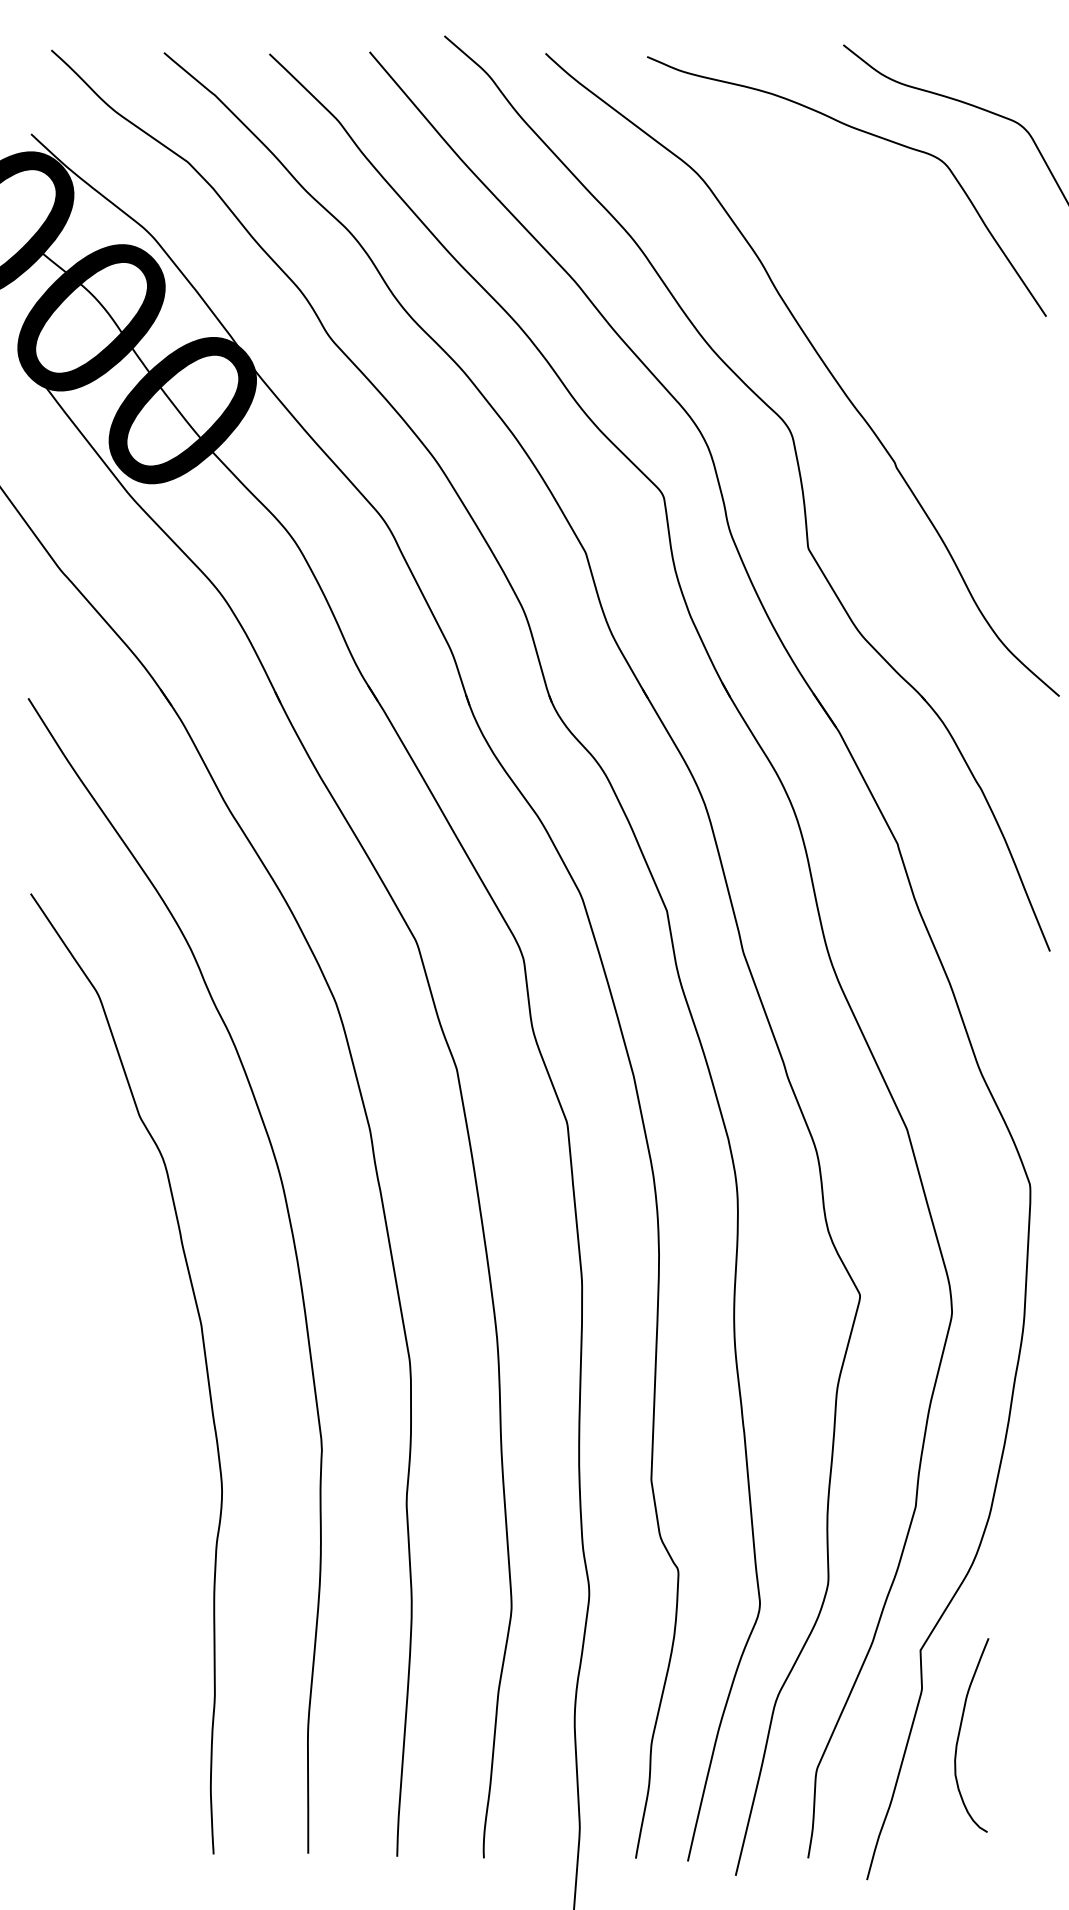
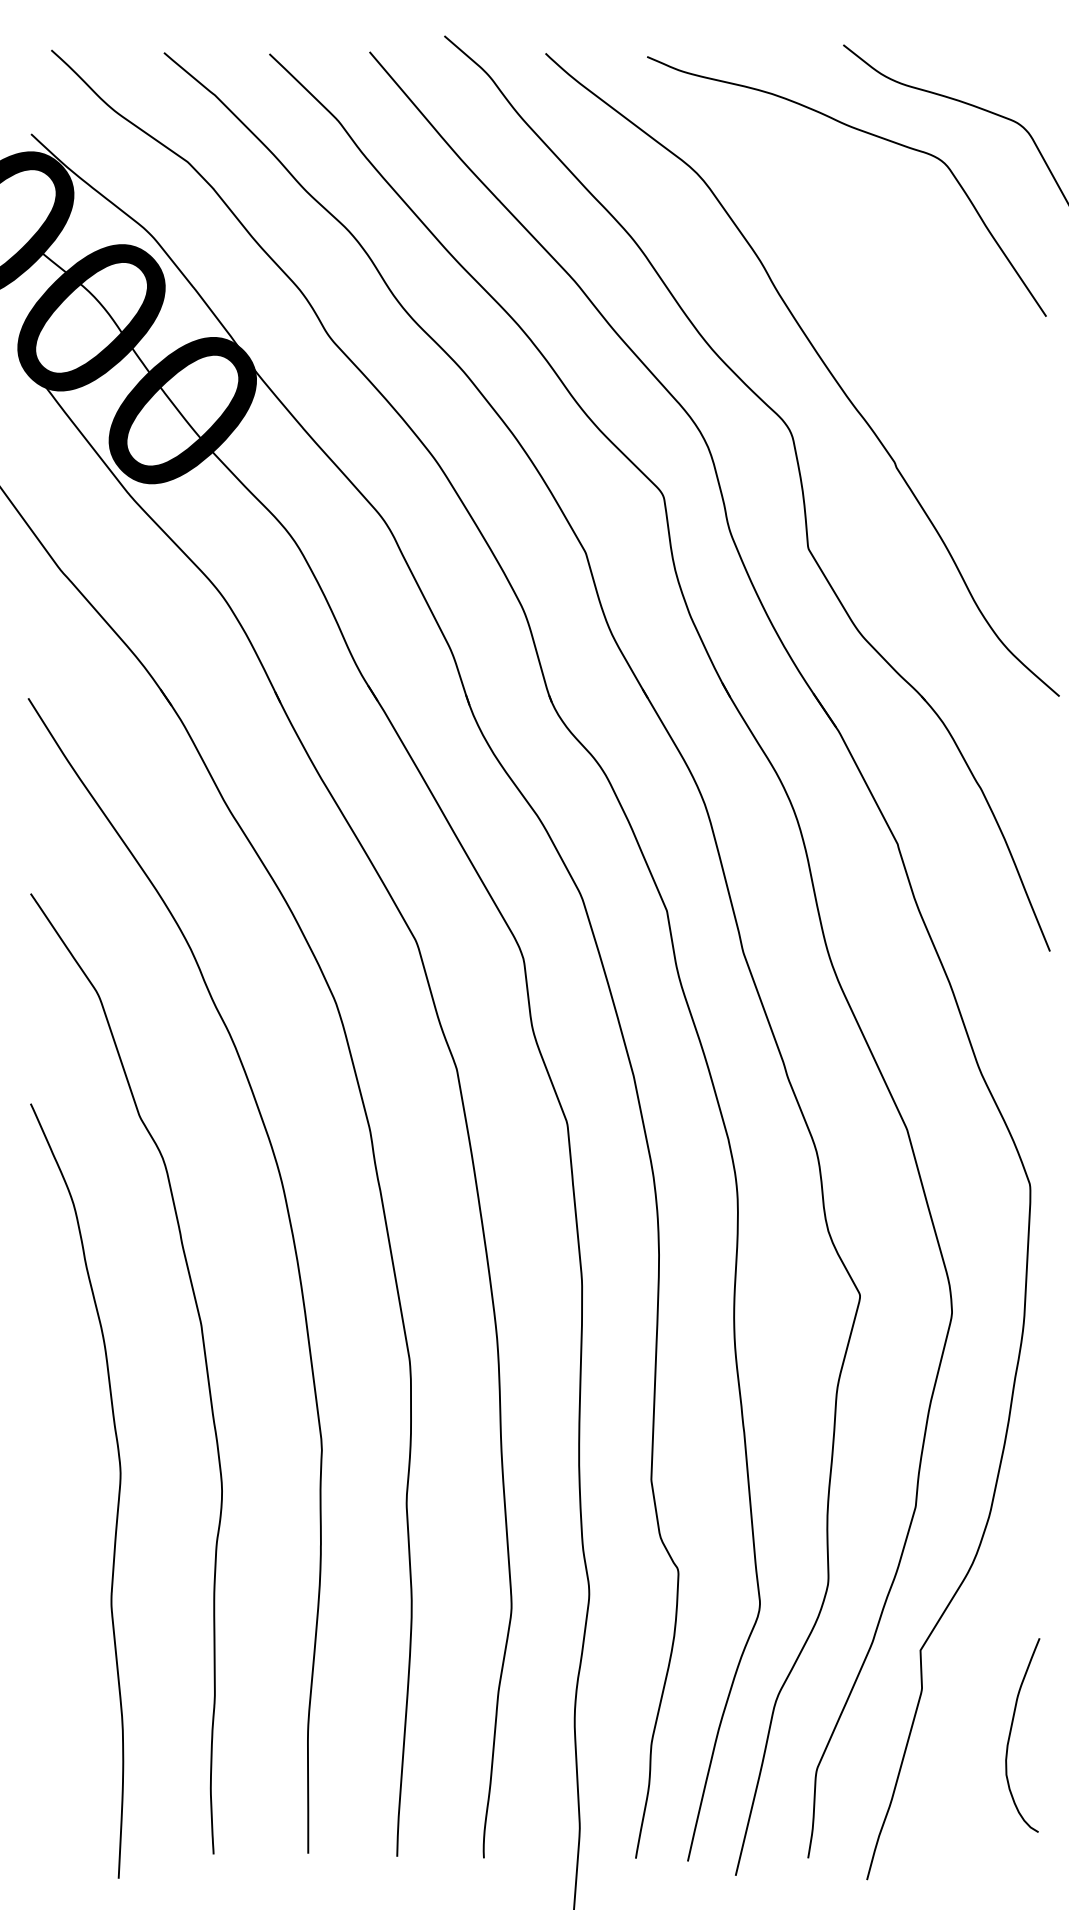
curve at (118, 1490): none -> present
curve at (960, 1732) position: (960, 1732) -> (1011, 1732)
